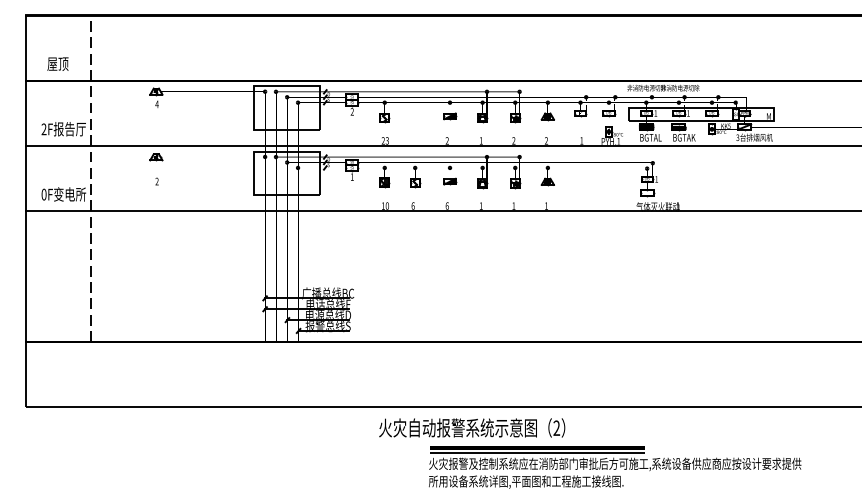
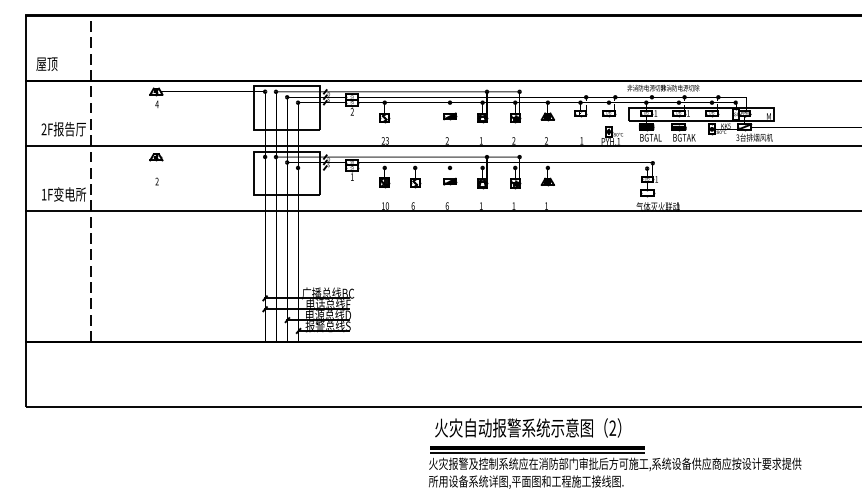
text at (57, 63) position: (57, 63) -> (46, 63)
text at (43, 194): 0F -> 1F
text at (472, 427) position: (472, 427) -> (528, 427)
